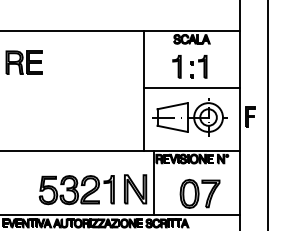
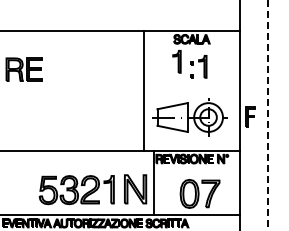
part at (23, 62) position: (23, 62) -> (23, 69)
part at (176, 66) position: (176, 66) -> (176, 61)
line at (191, 88): present -> none
line at (267, 115): solid -> dashed
